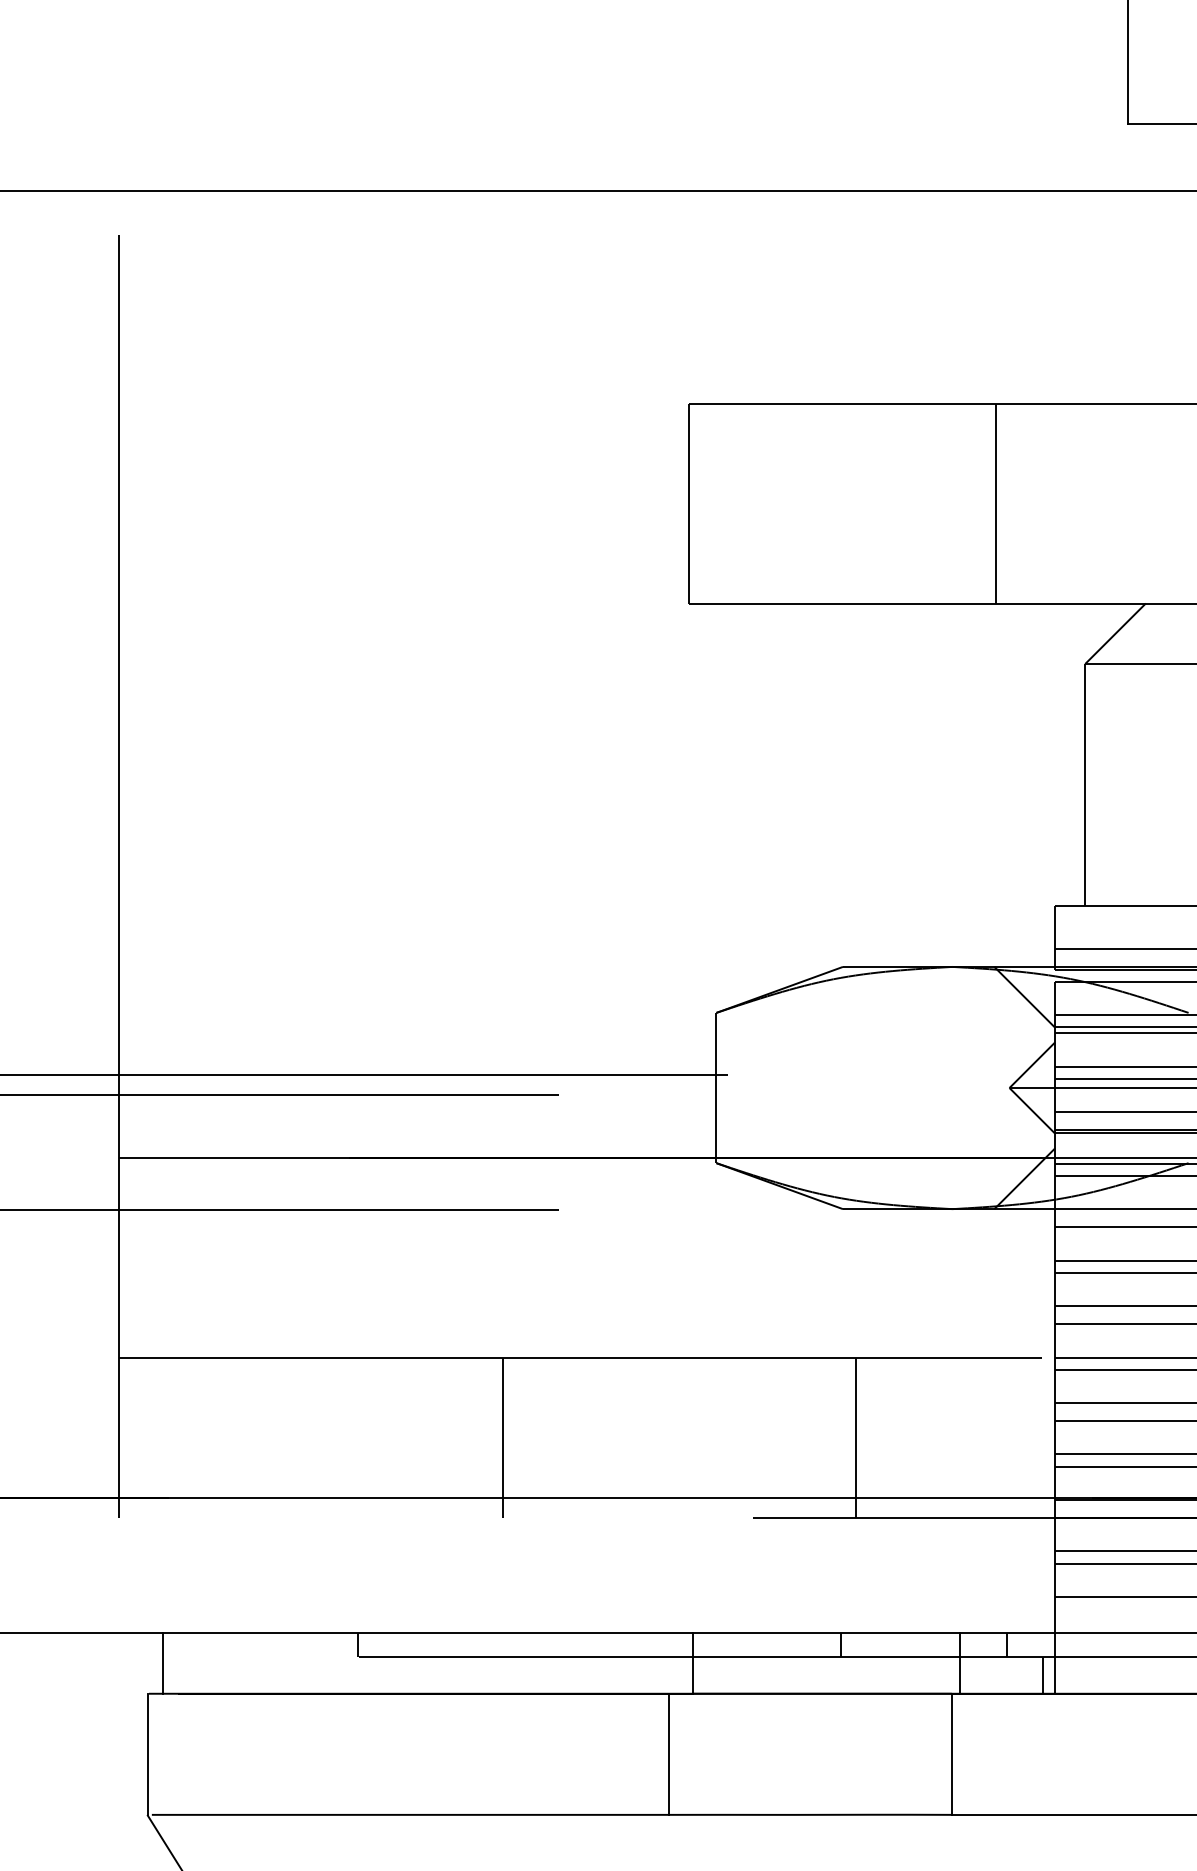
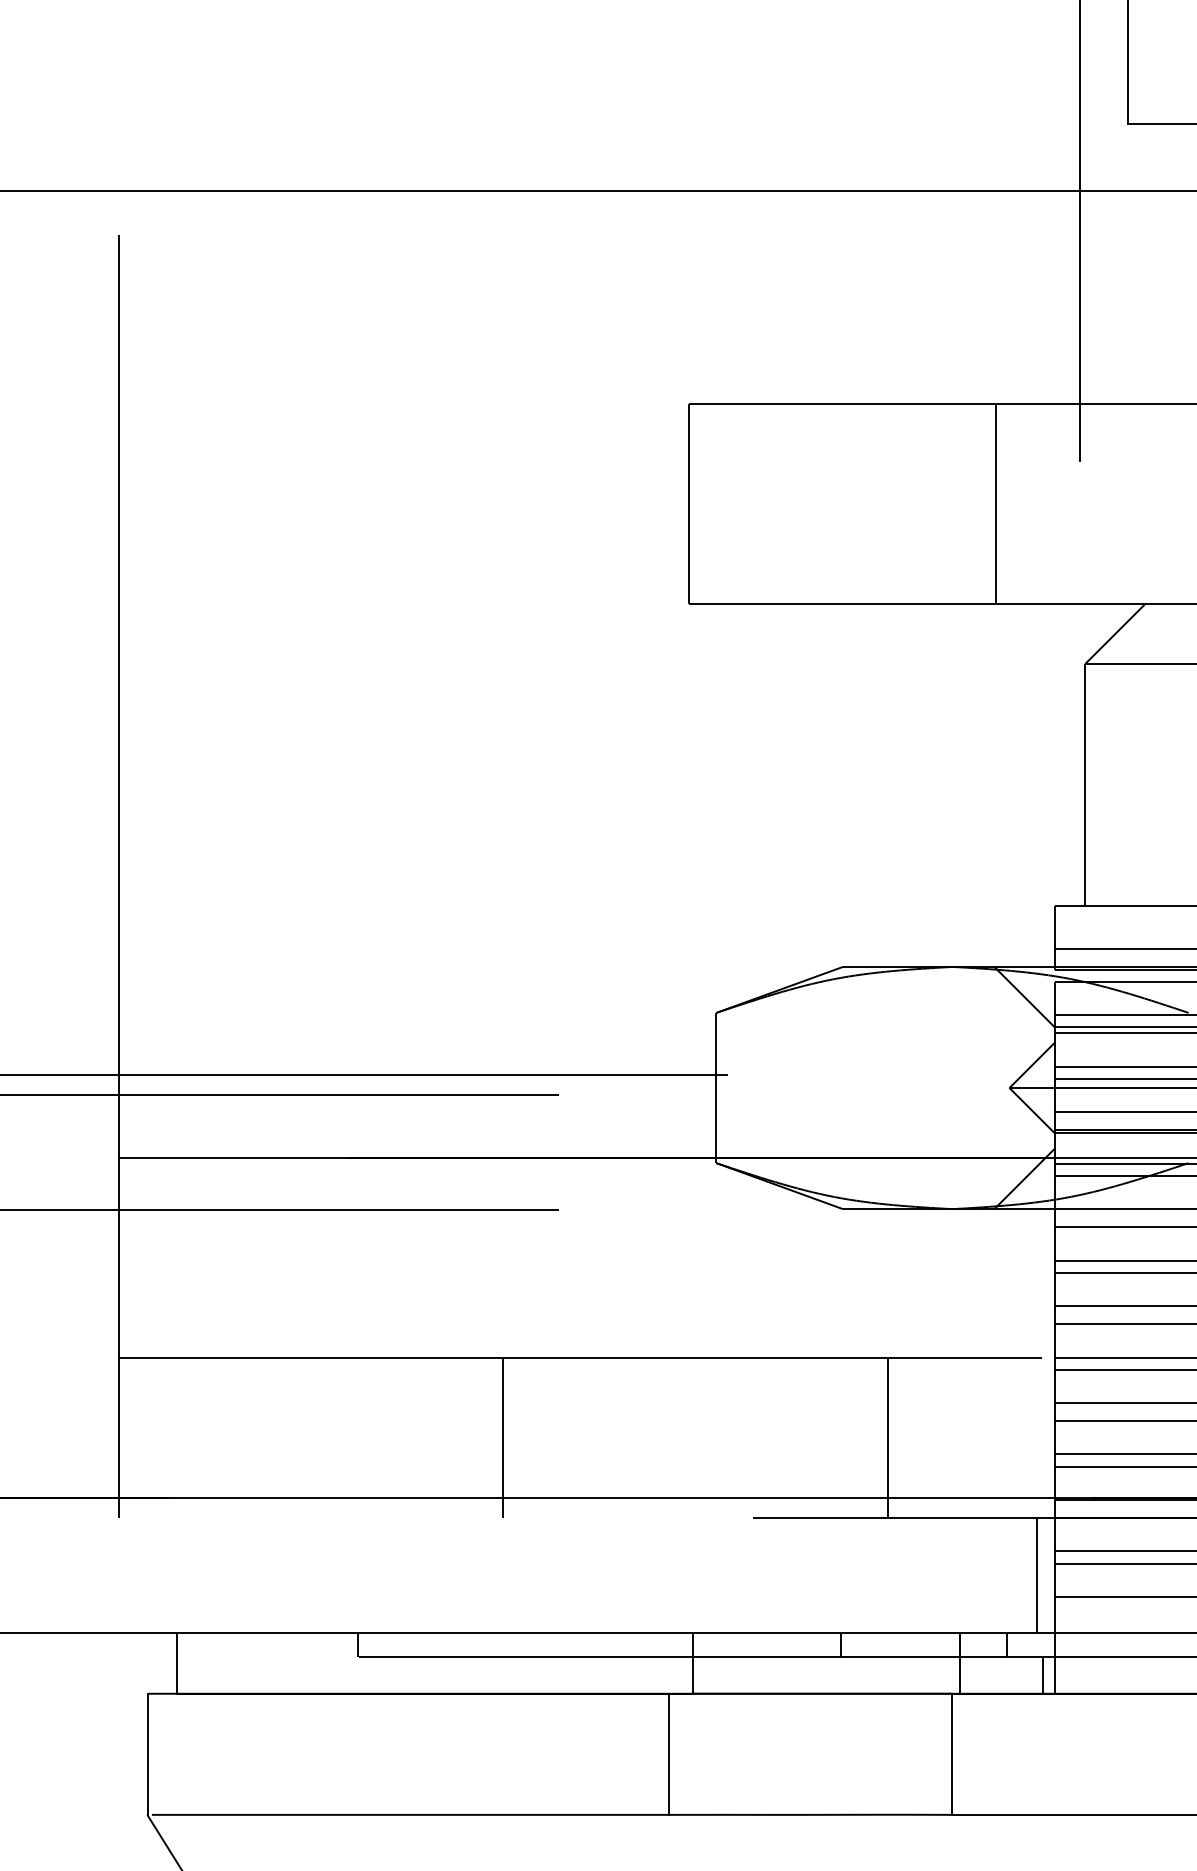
line at (1080, 232): none -> present
line at (855, 1438) position: (855, 1438) -> (887, 1438)
line at (1037, 1575): none -> present
line at (162, 1663) position: (162, 1663) -> (176, 1663)
